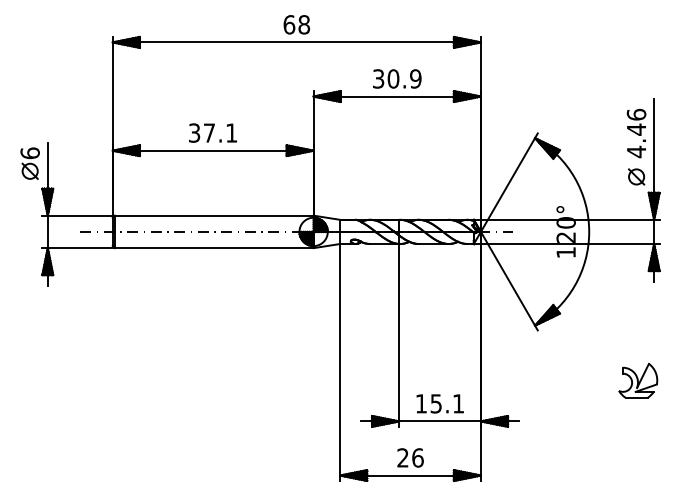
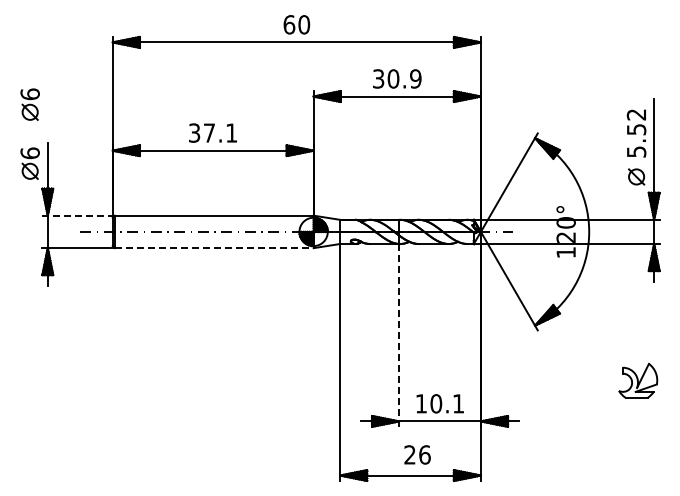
text at (304, 24): 68 -> 60
part at (29, 104): none -> present
text at (636, 133): 4.46 -> 5.52
line at (78, 215): solid -> dashed
line at (214, 248): solid -> dashed
line at (399, 335): solid -> dashed
text at (436, 403): 15.1 -> 10.1
text at (410, 457) position: (410, 457) -> (417, 454)
